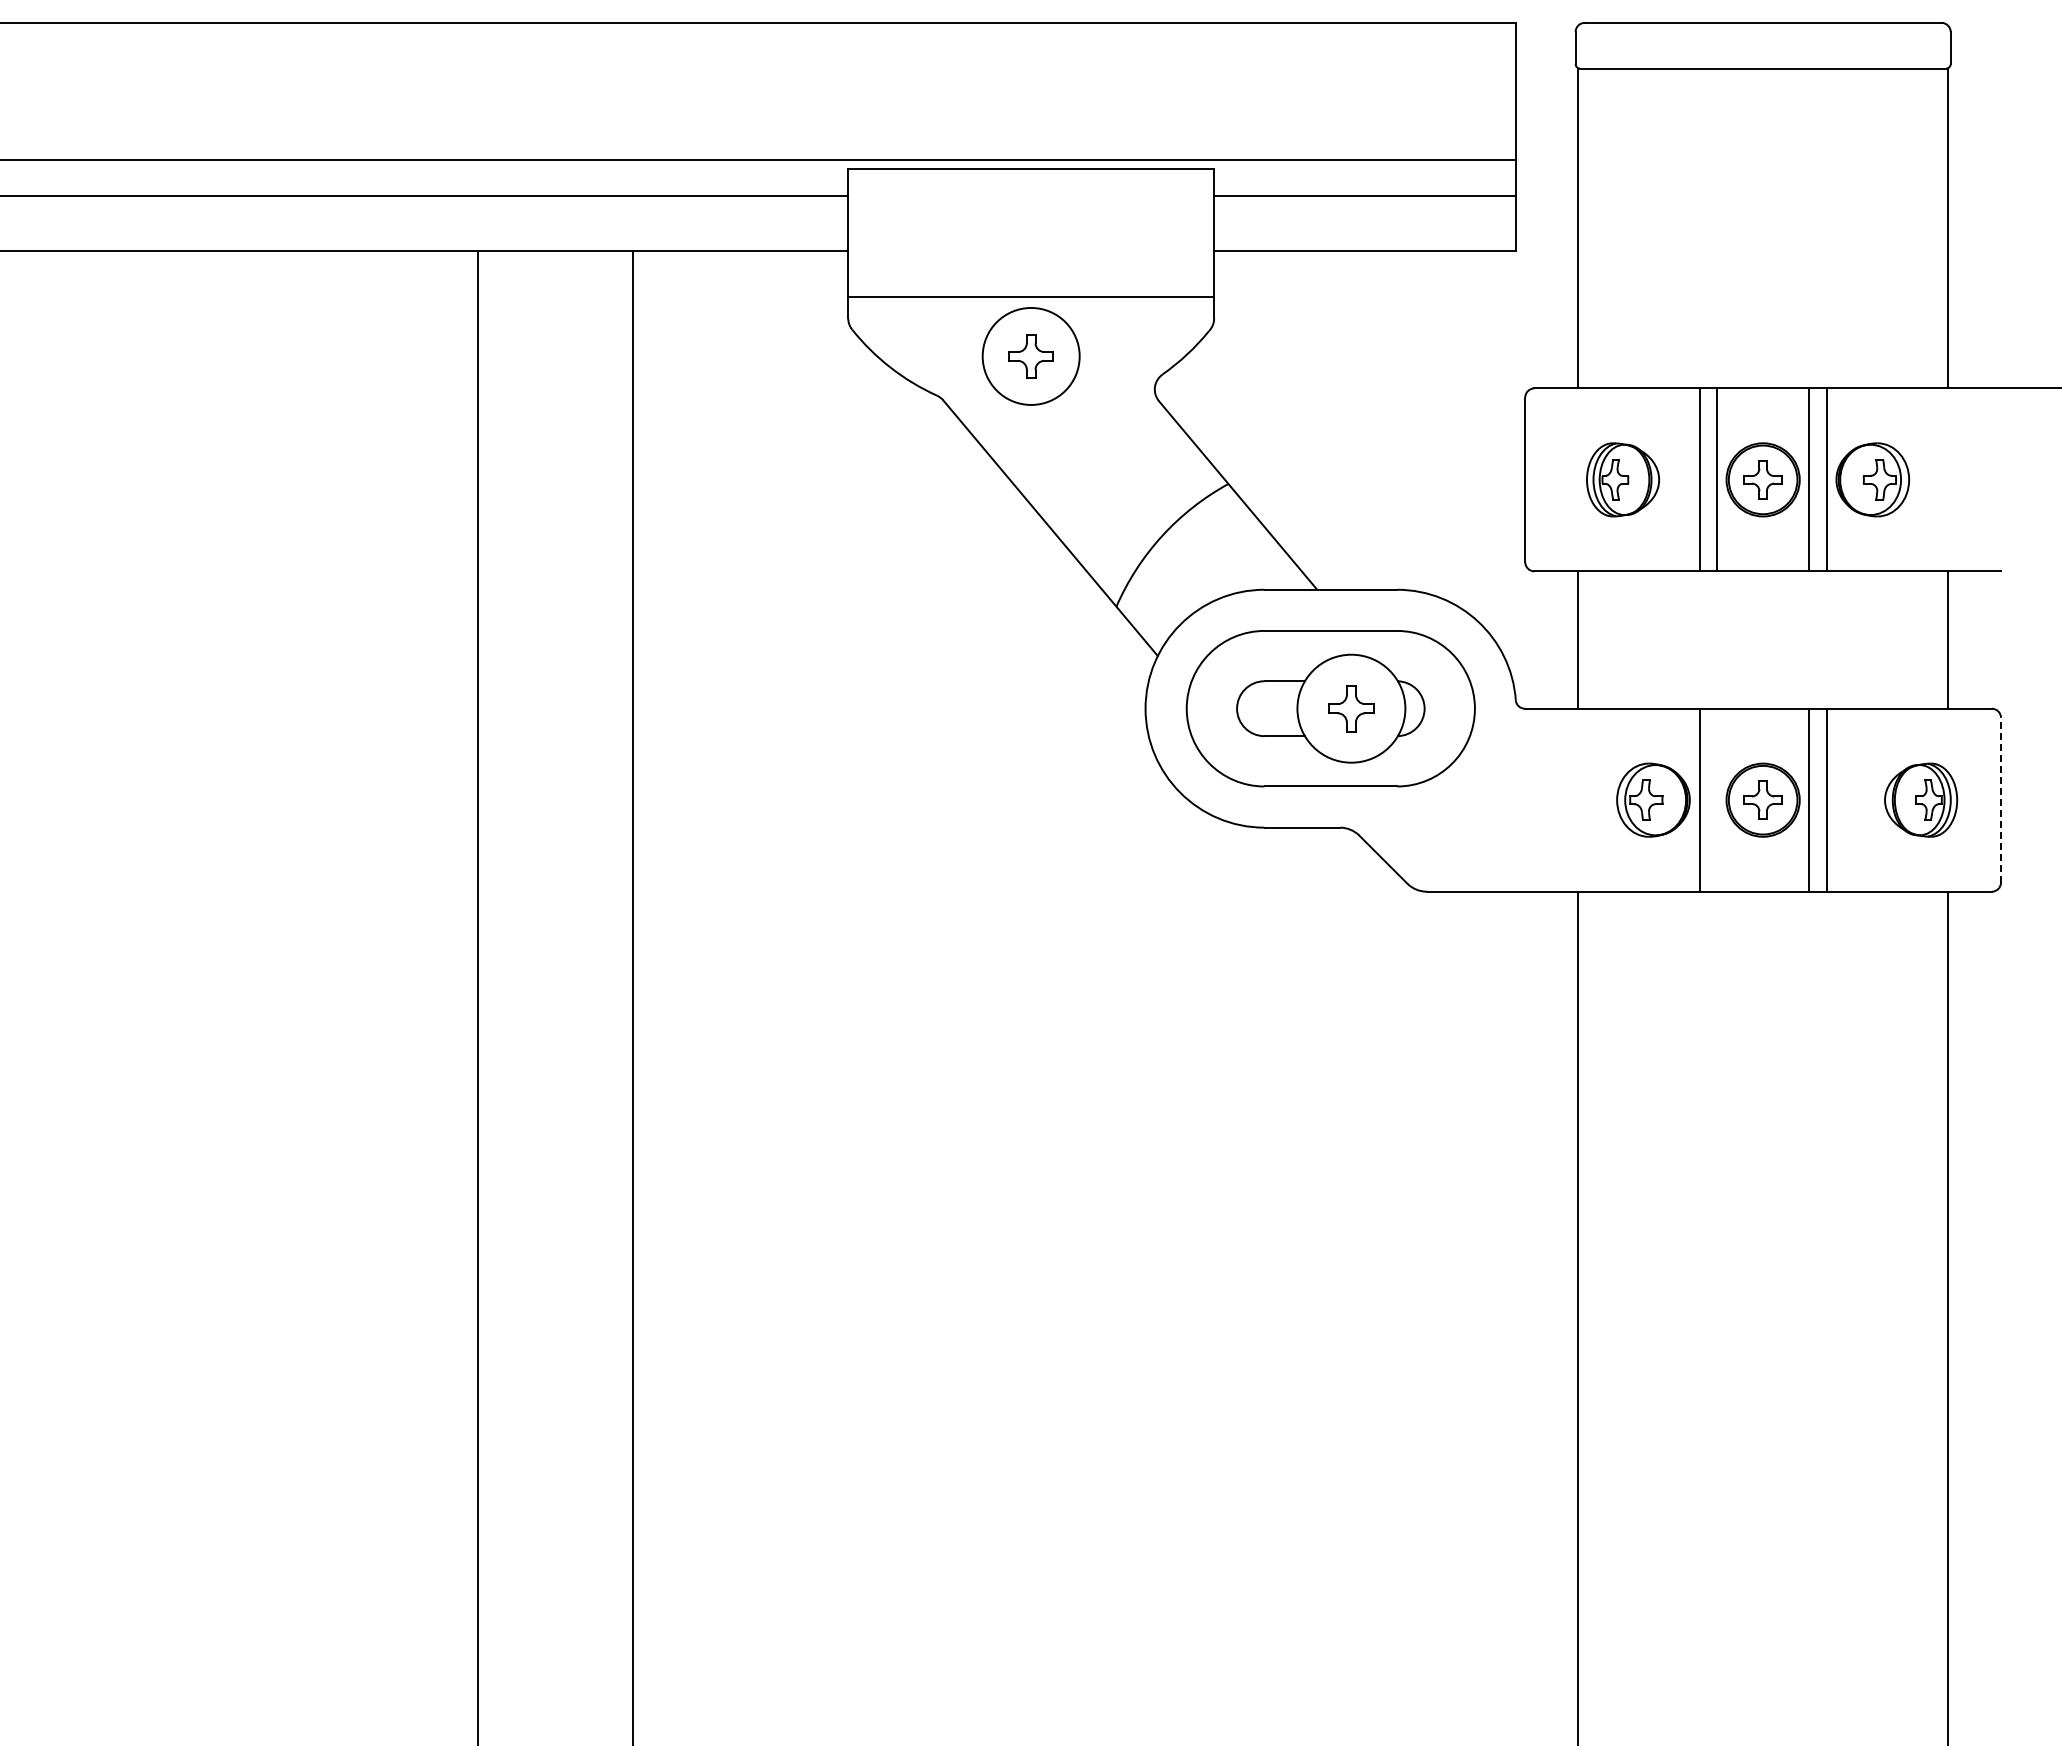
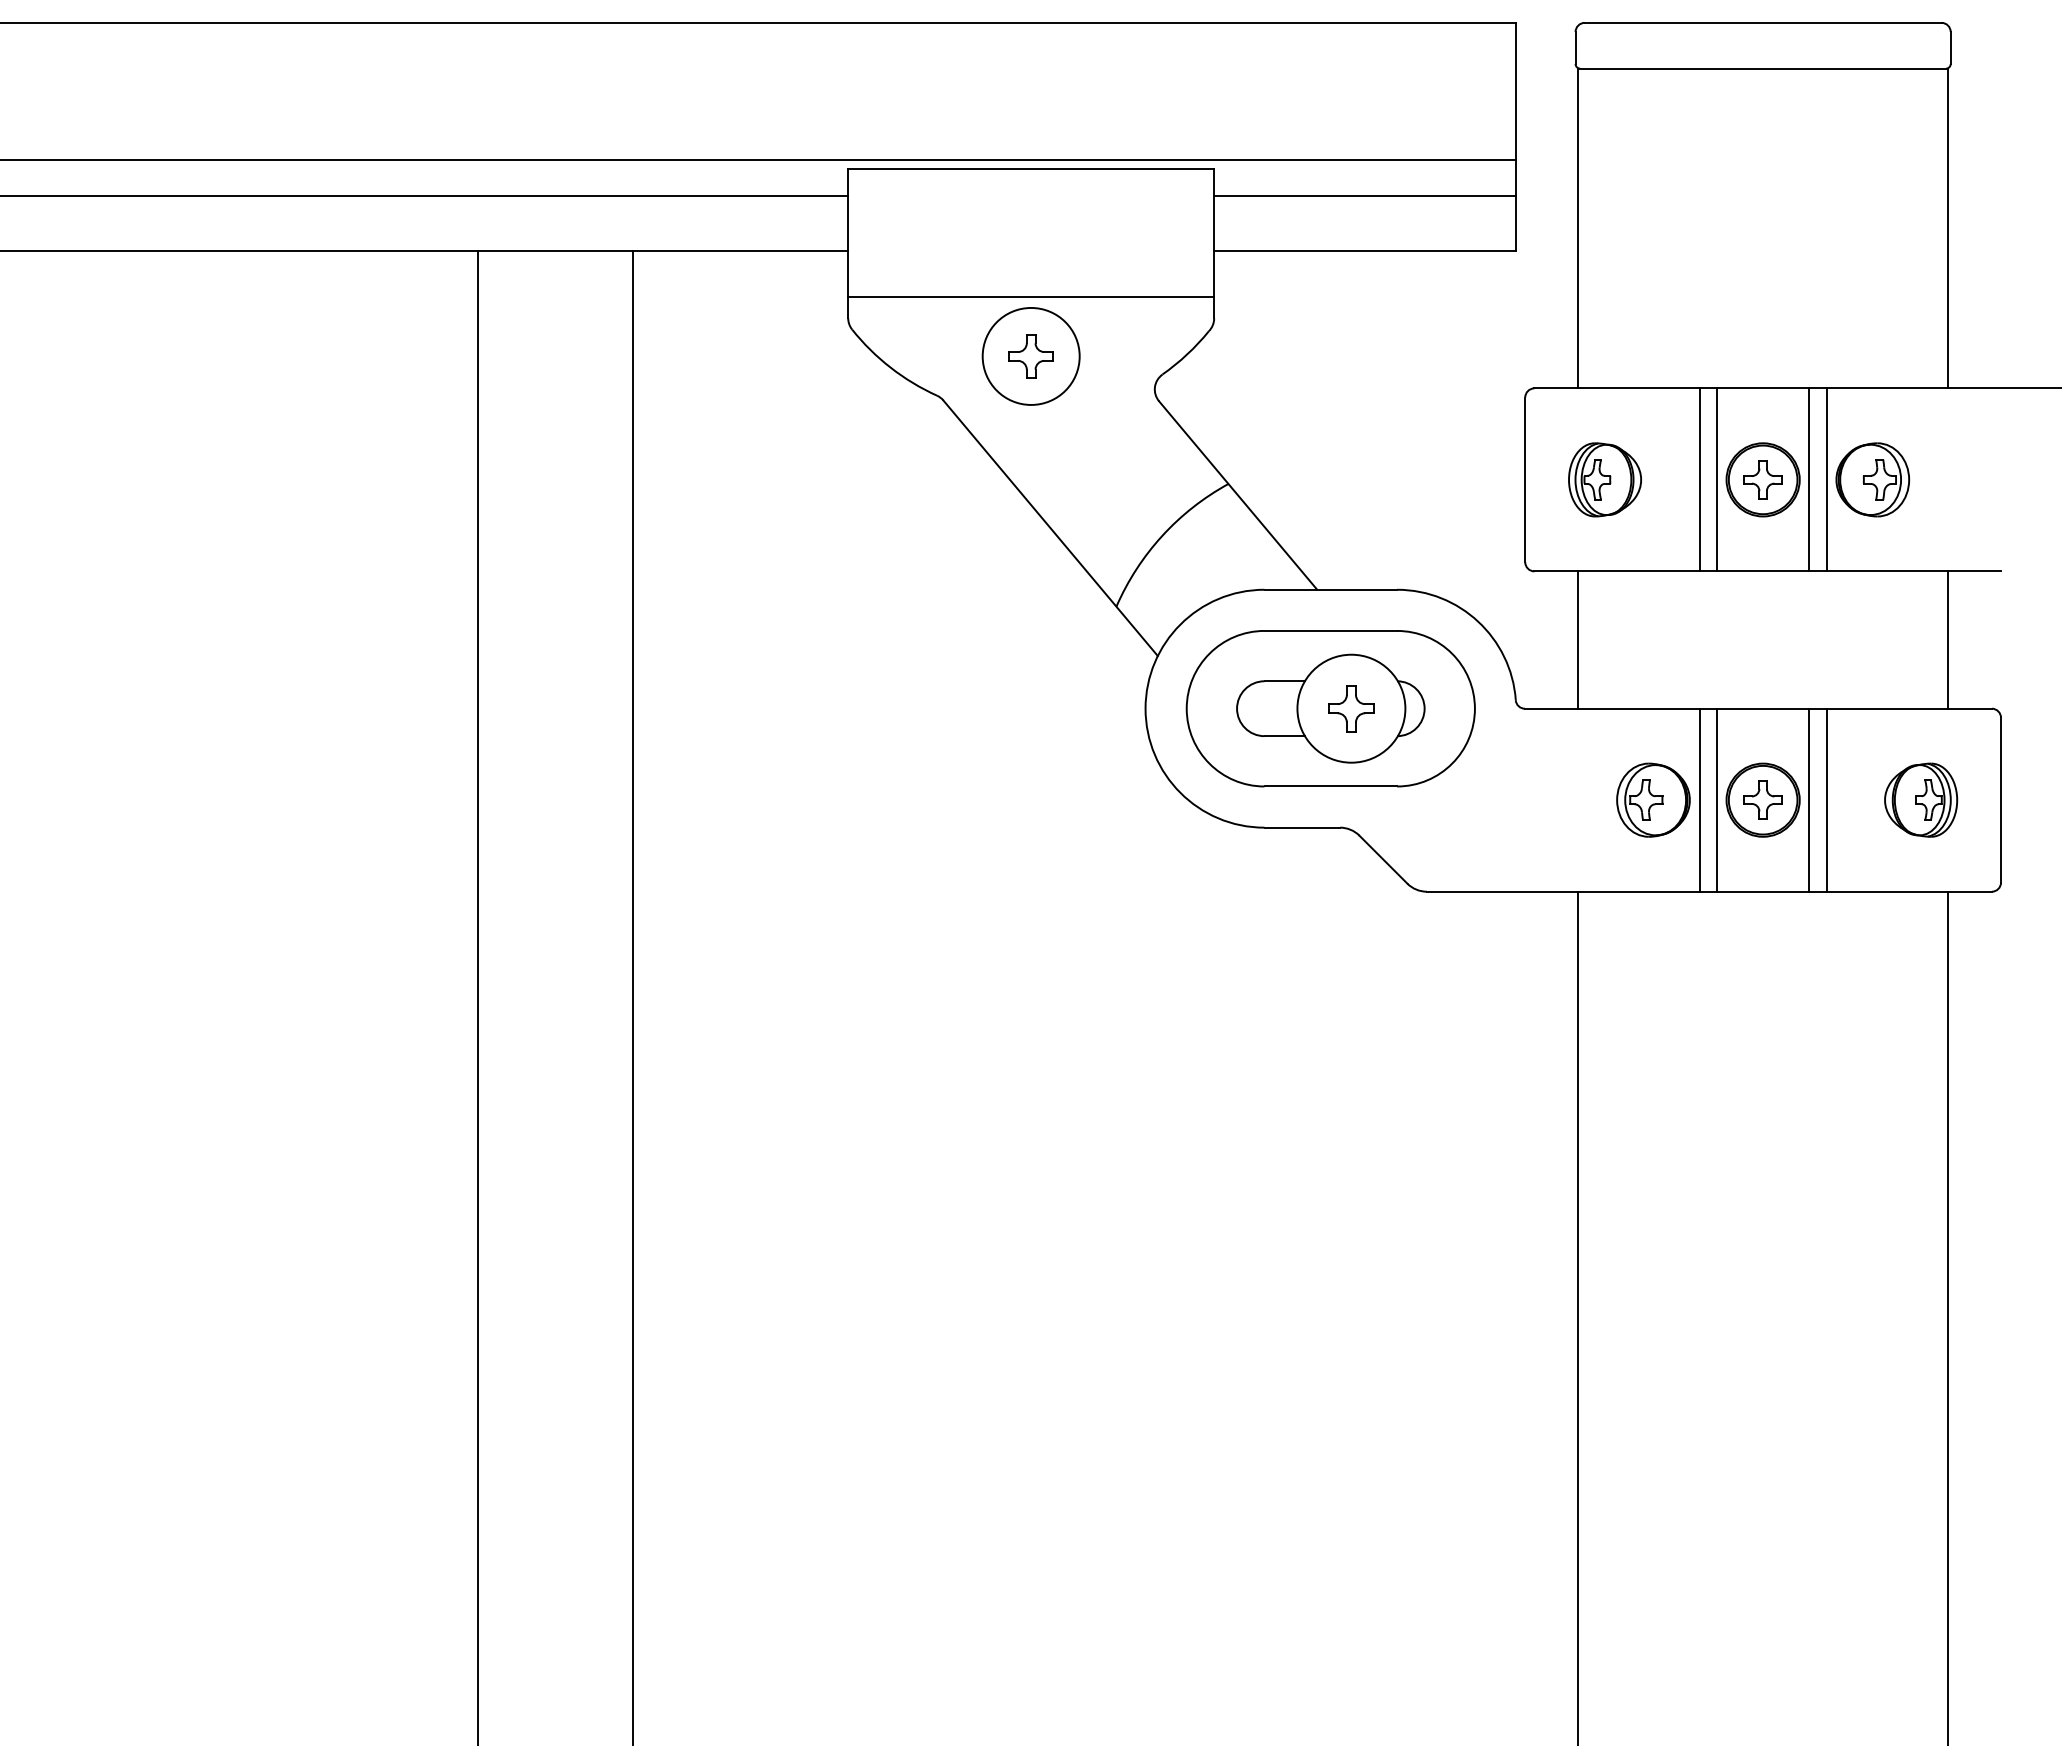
part at (1622, 479) position: (1622, 479) -> (1604, 479)
line at (1717, 799): none -> present
line at (2001, 799): dashed -> solid
